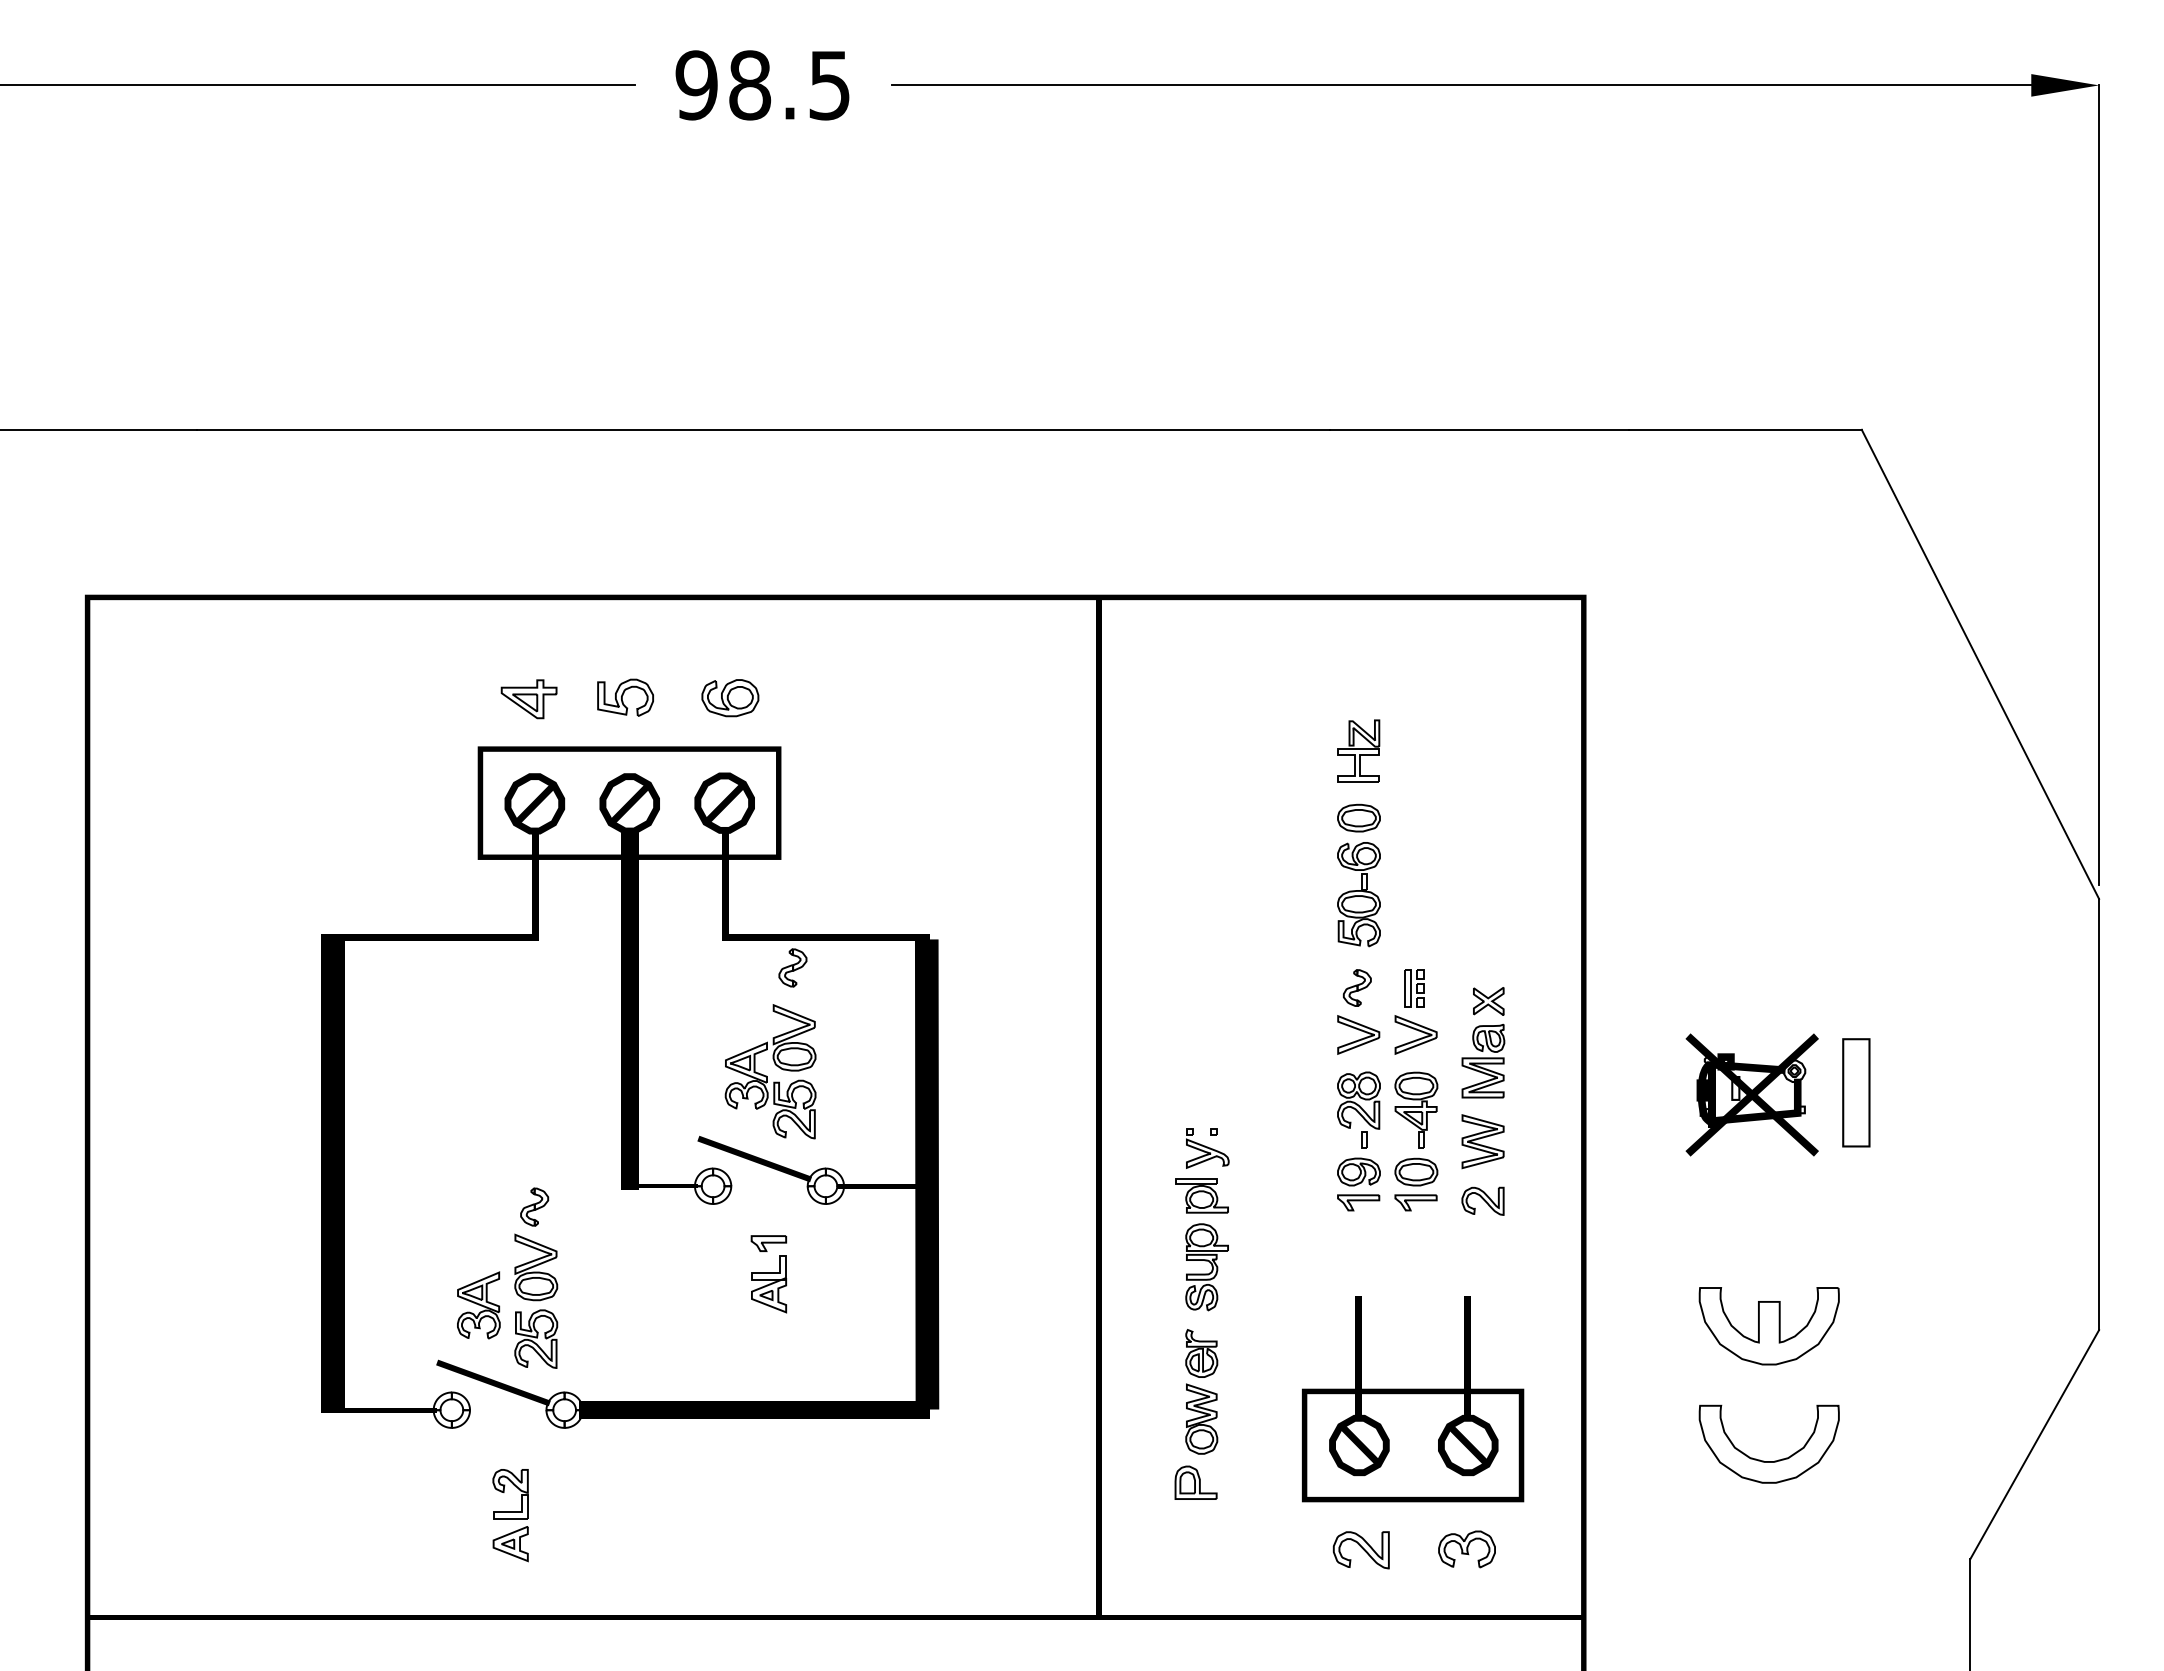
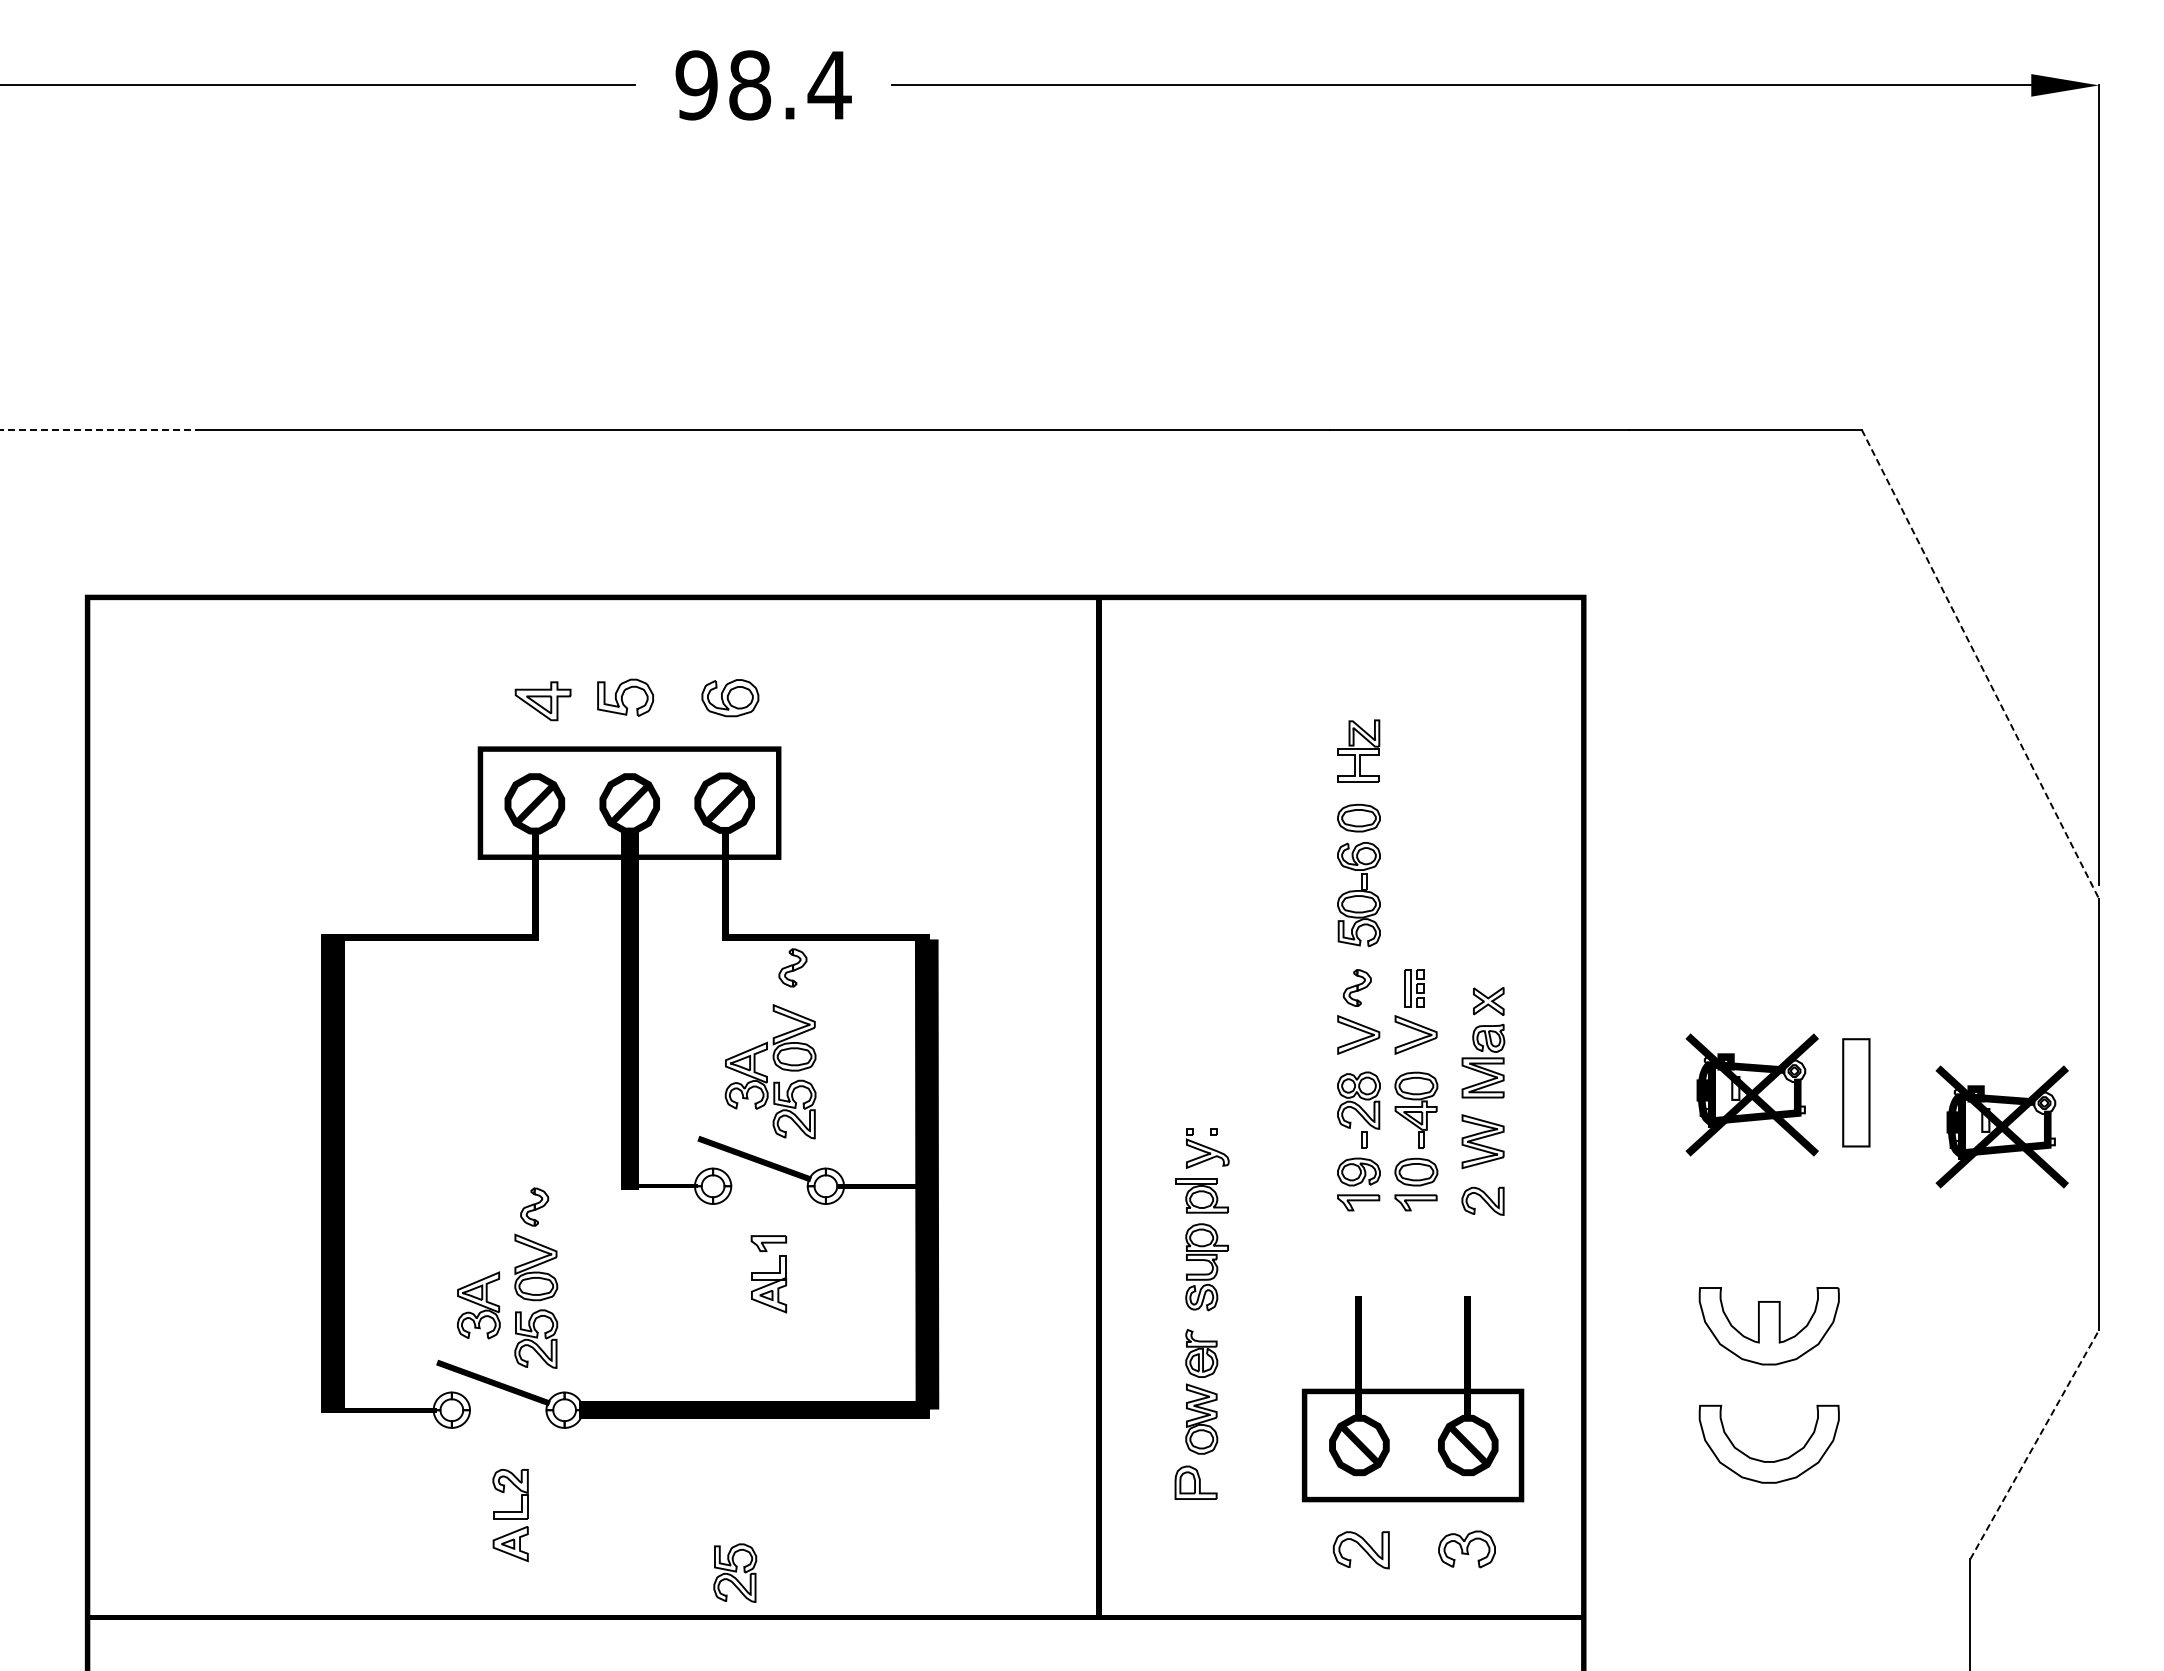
text at (829, 85): 98.5 -> 98.4
line at (98, 429): solid -> dashed
line at (1980, 664): solid -> dashed
part at (528, 699) position: (528, 699) -> (542, 701)
part at (2001, 1126): none -> present
line at (2034, 1444): solid -> dashed
part at (735, 1572): none -> present
